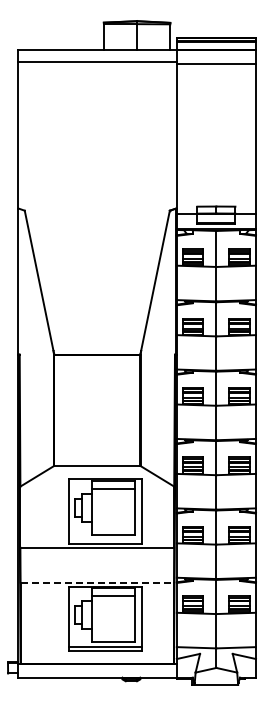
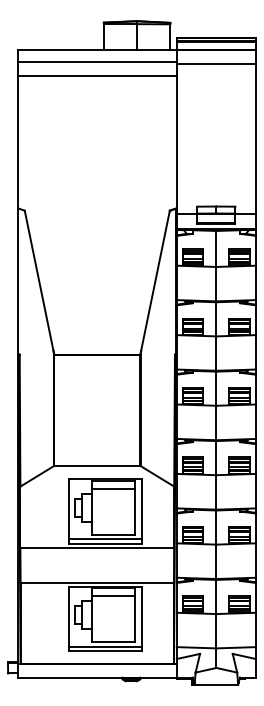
line at (97, 75): none -> present
line at (105, 539): none -> present
line at (97, 582): dashed -> solid
